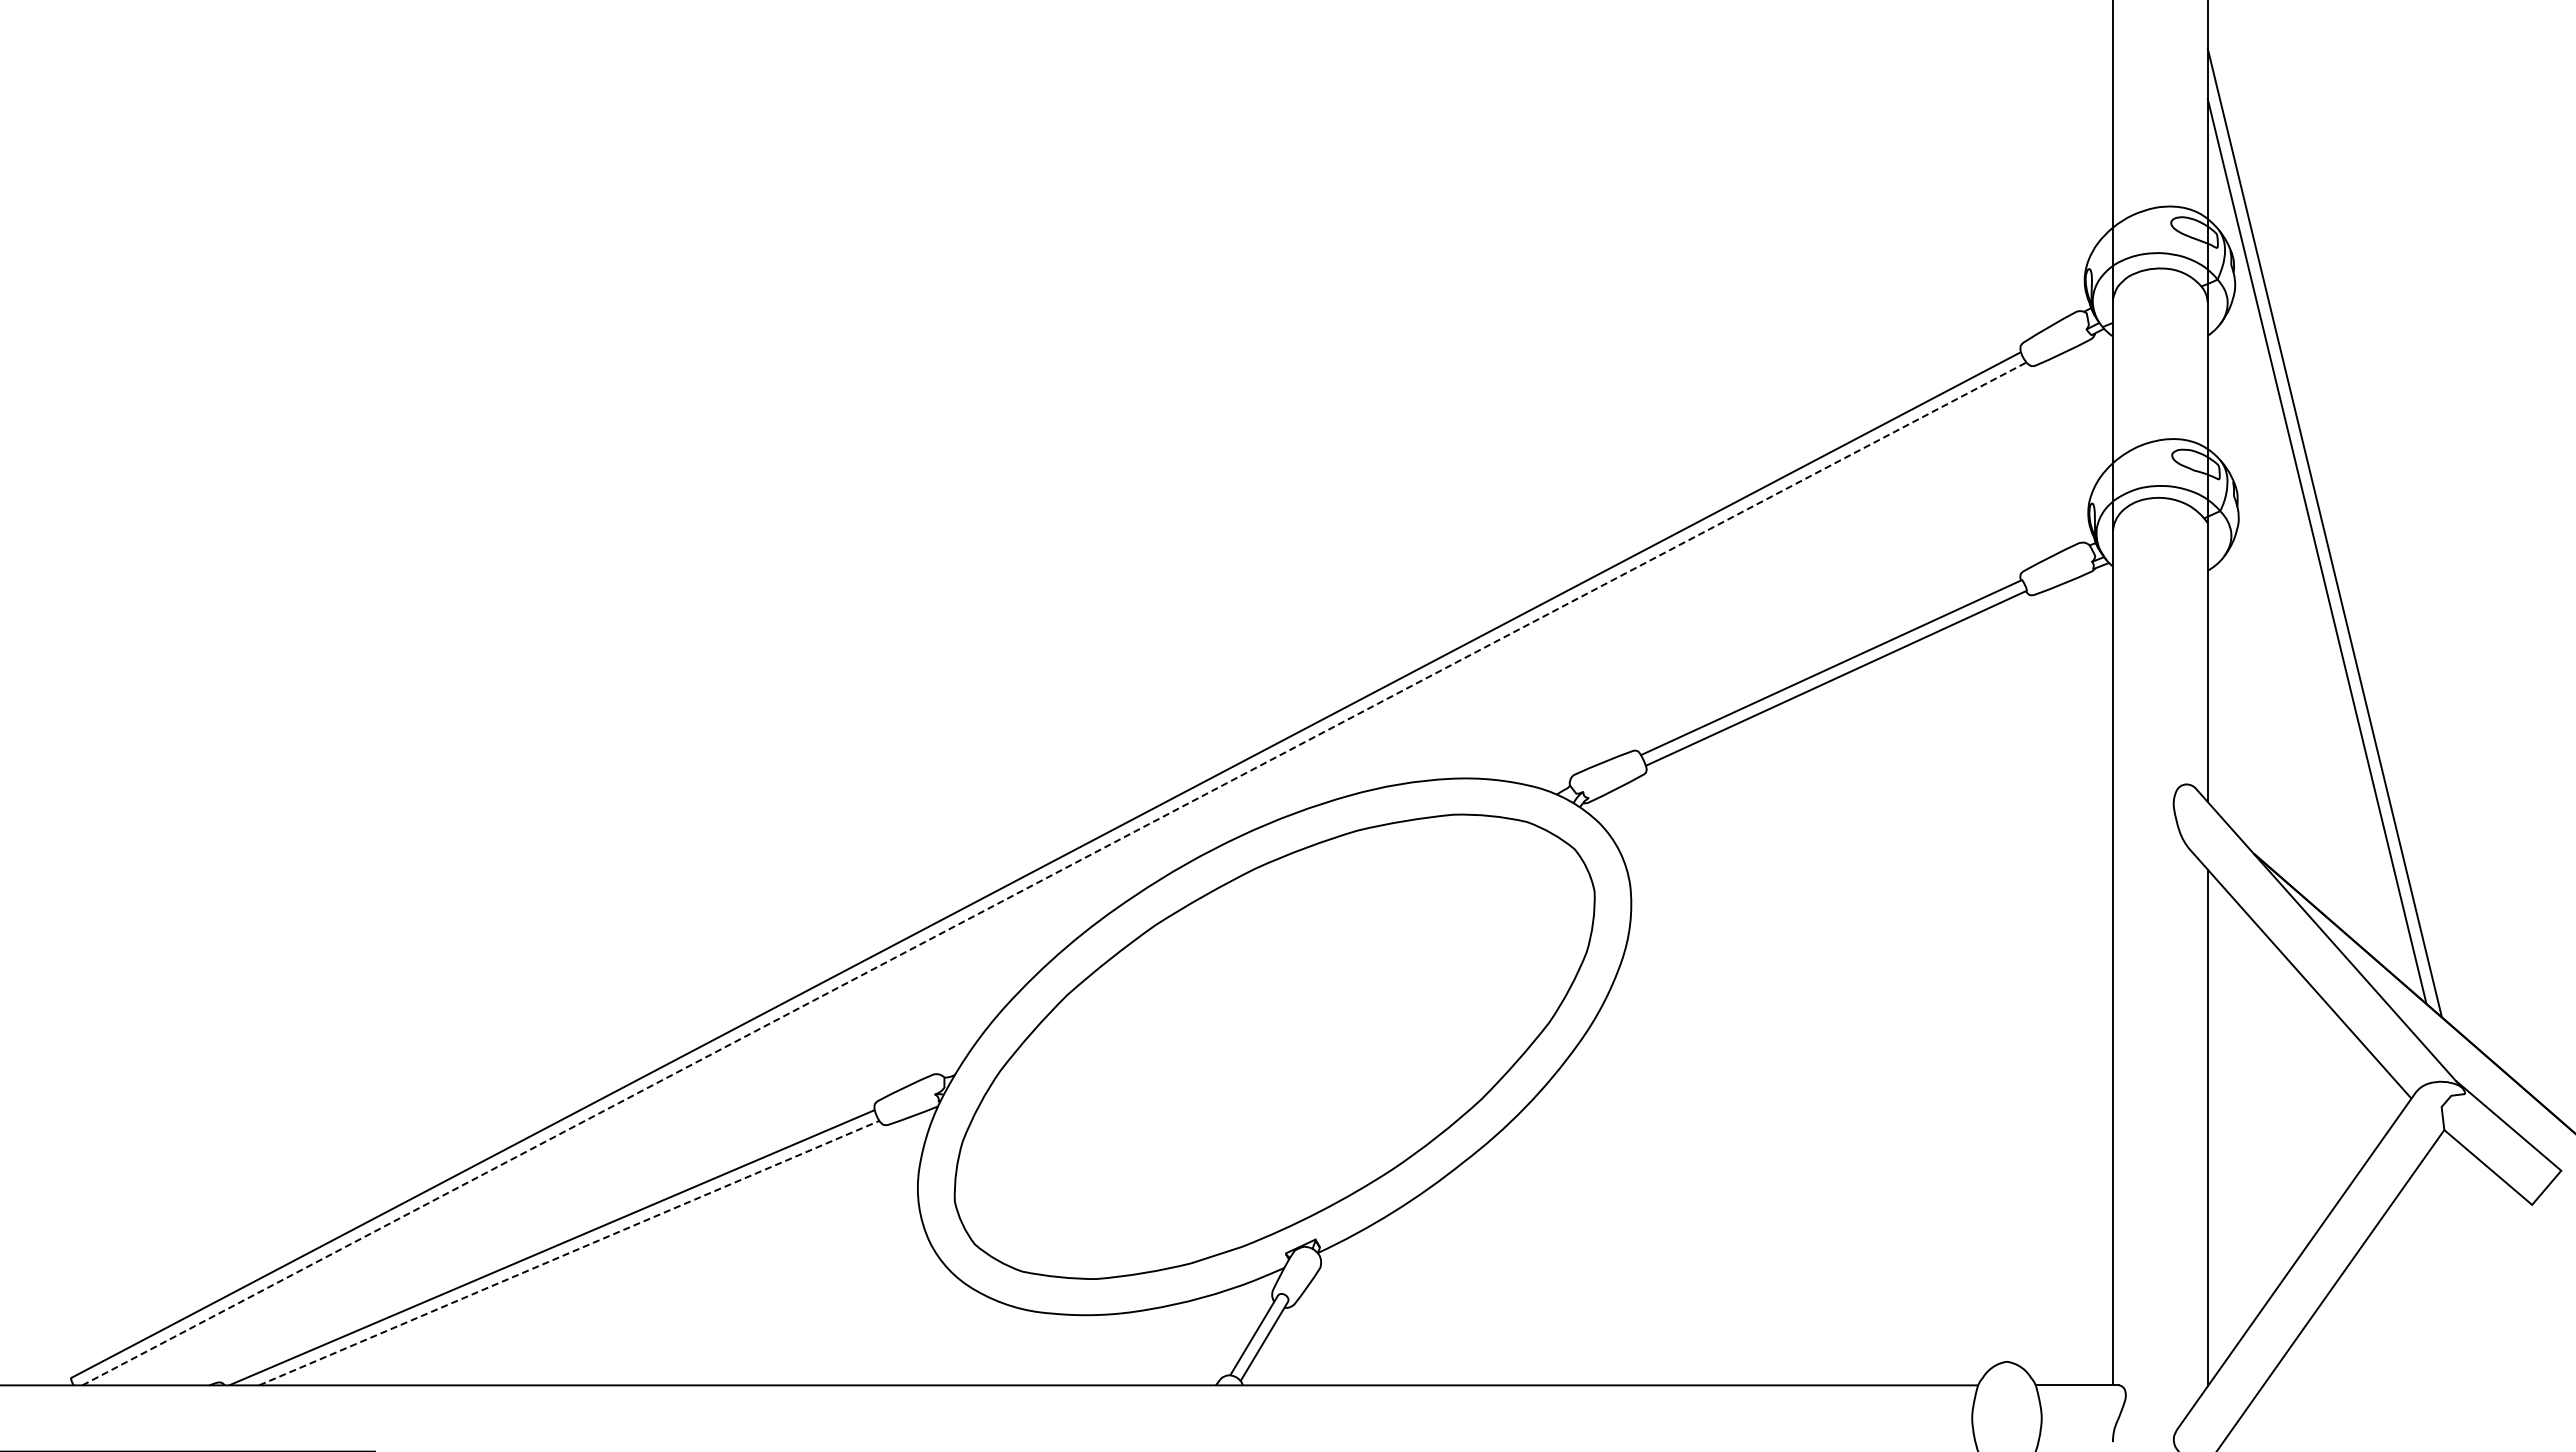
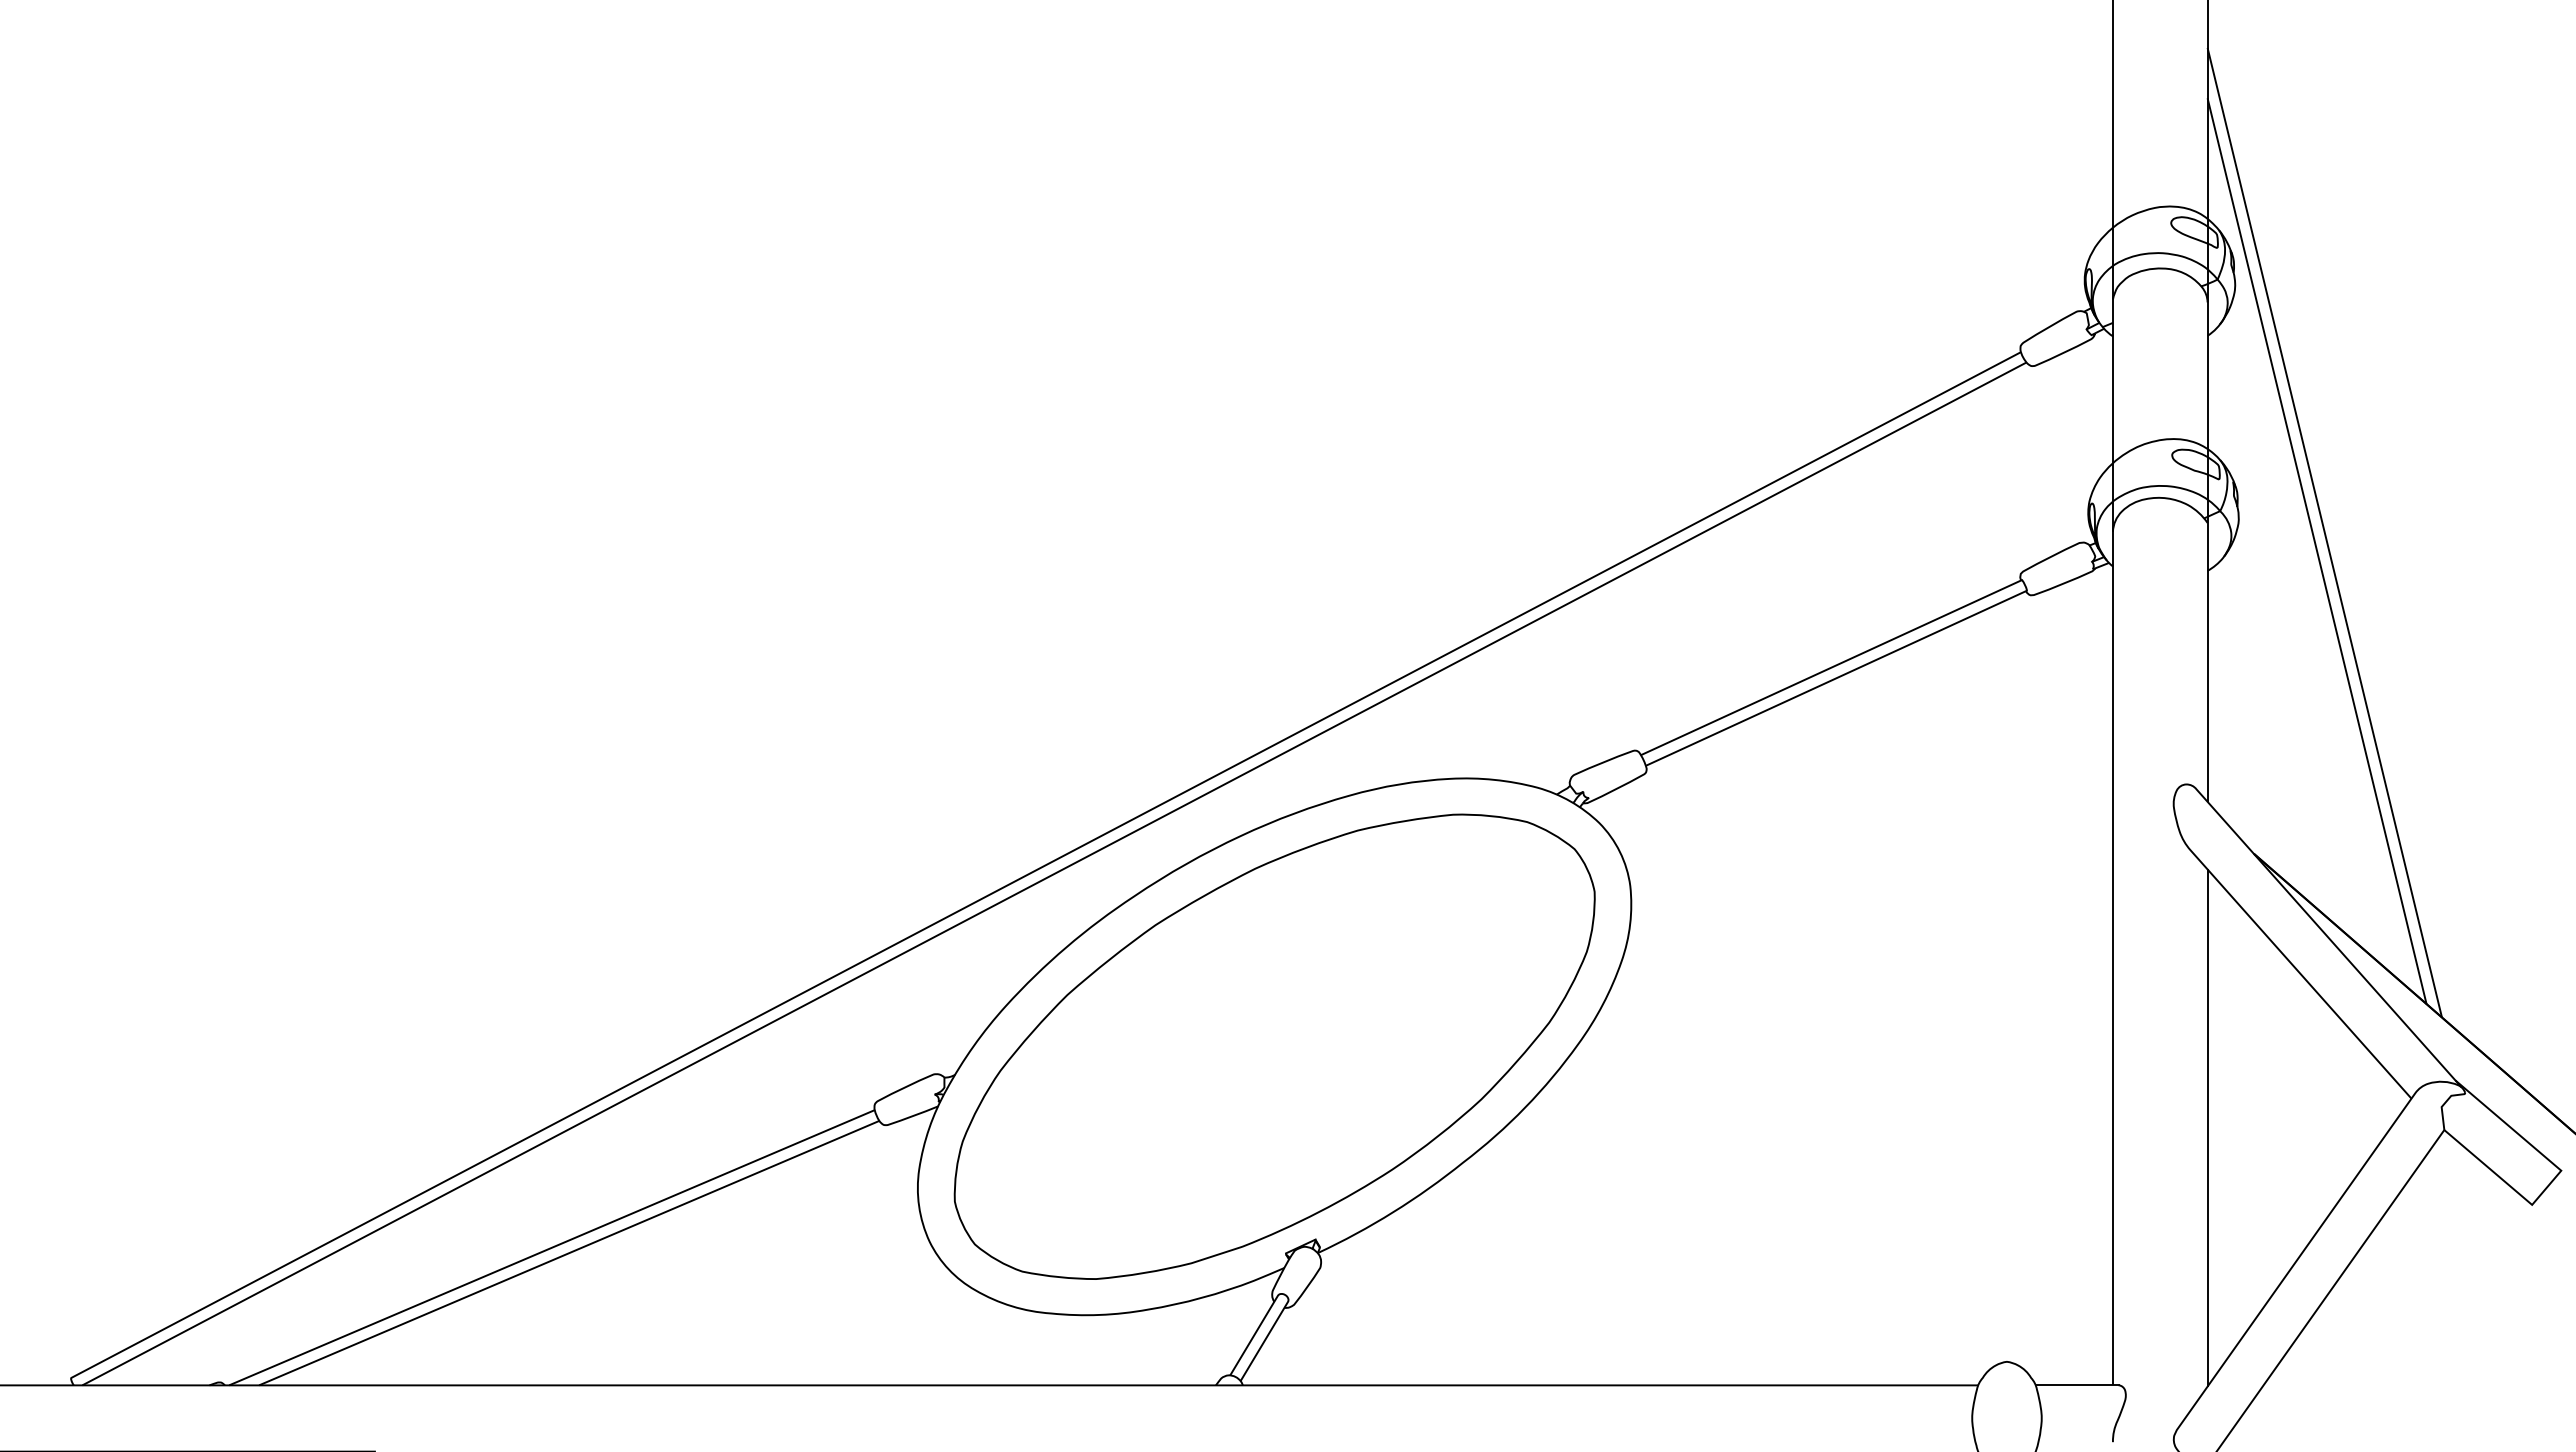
line at (1054, 873): dashed -> solid
line at (569, 1252): dashed -> solid
